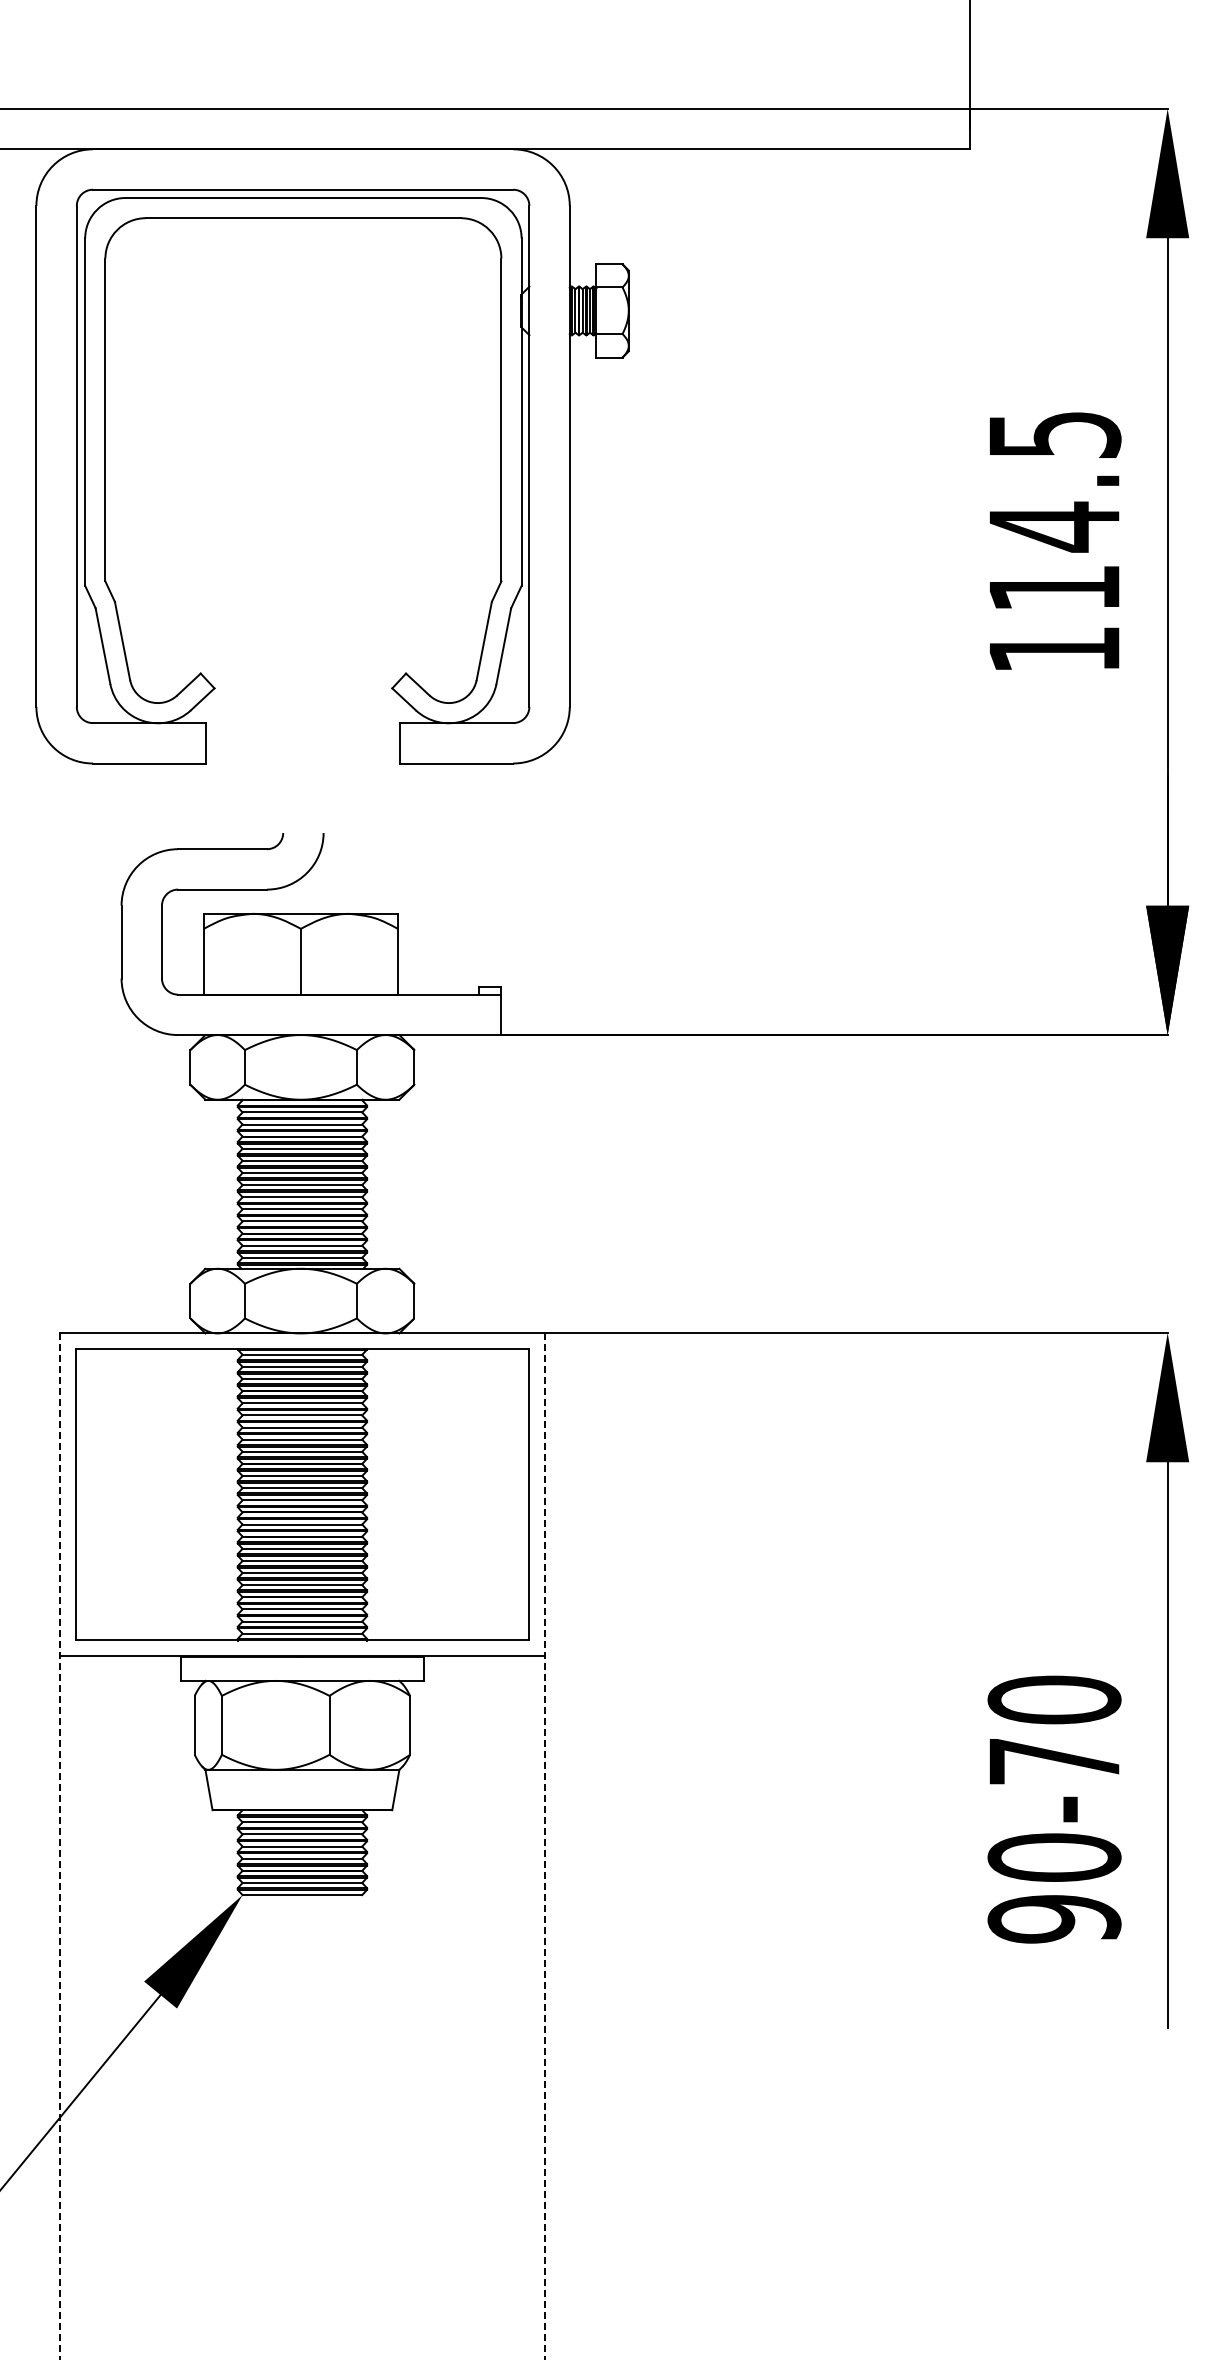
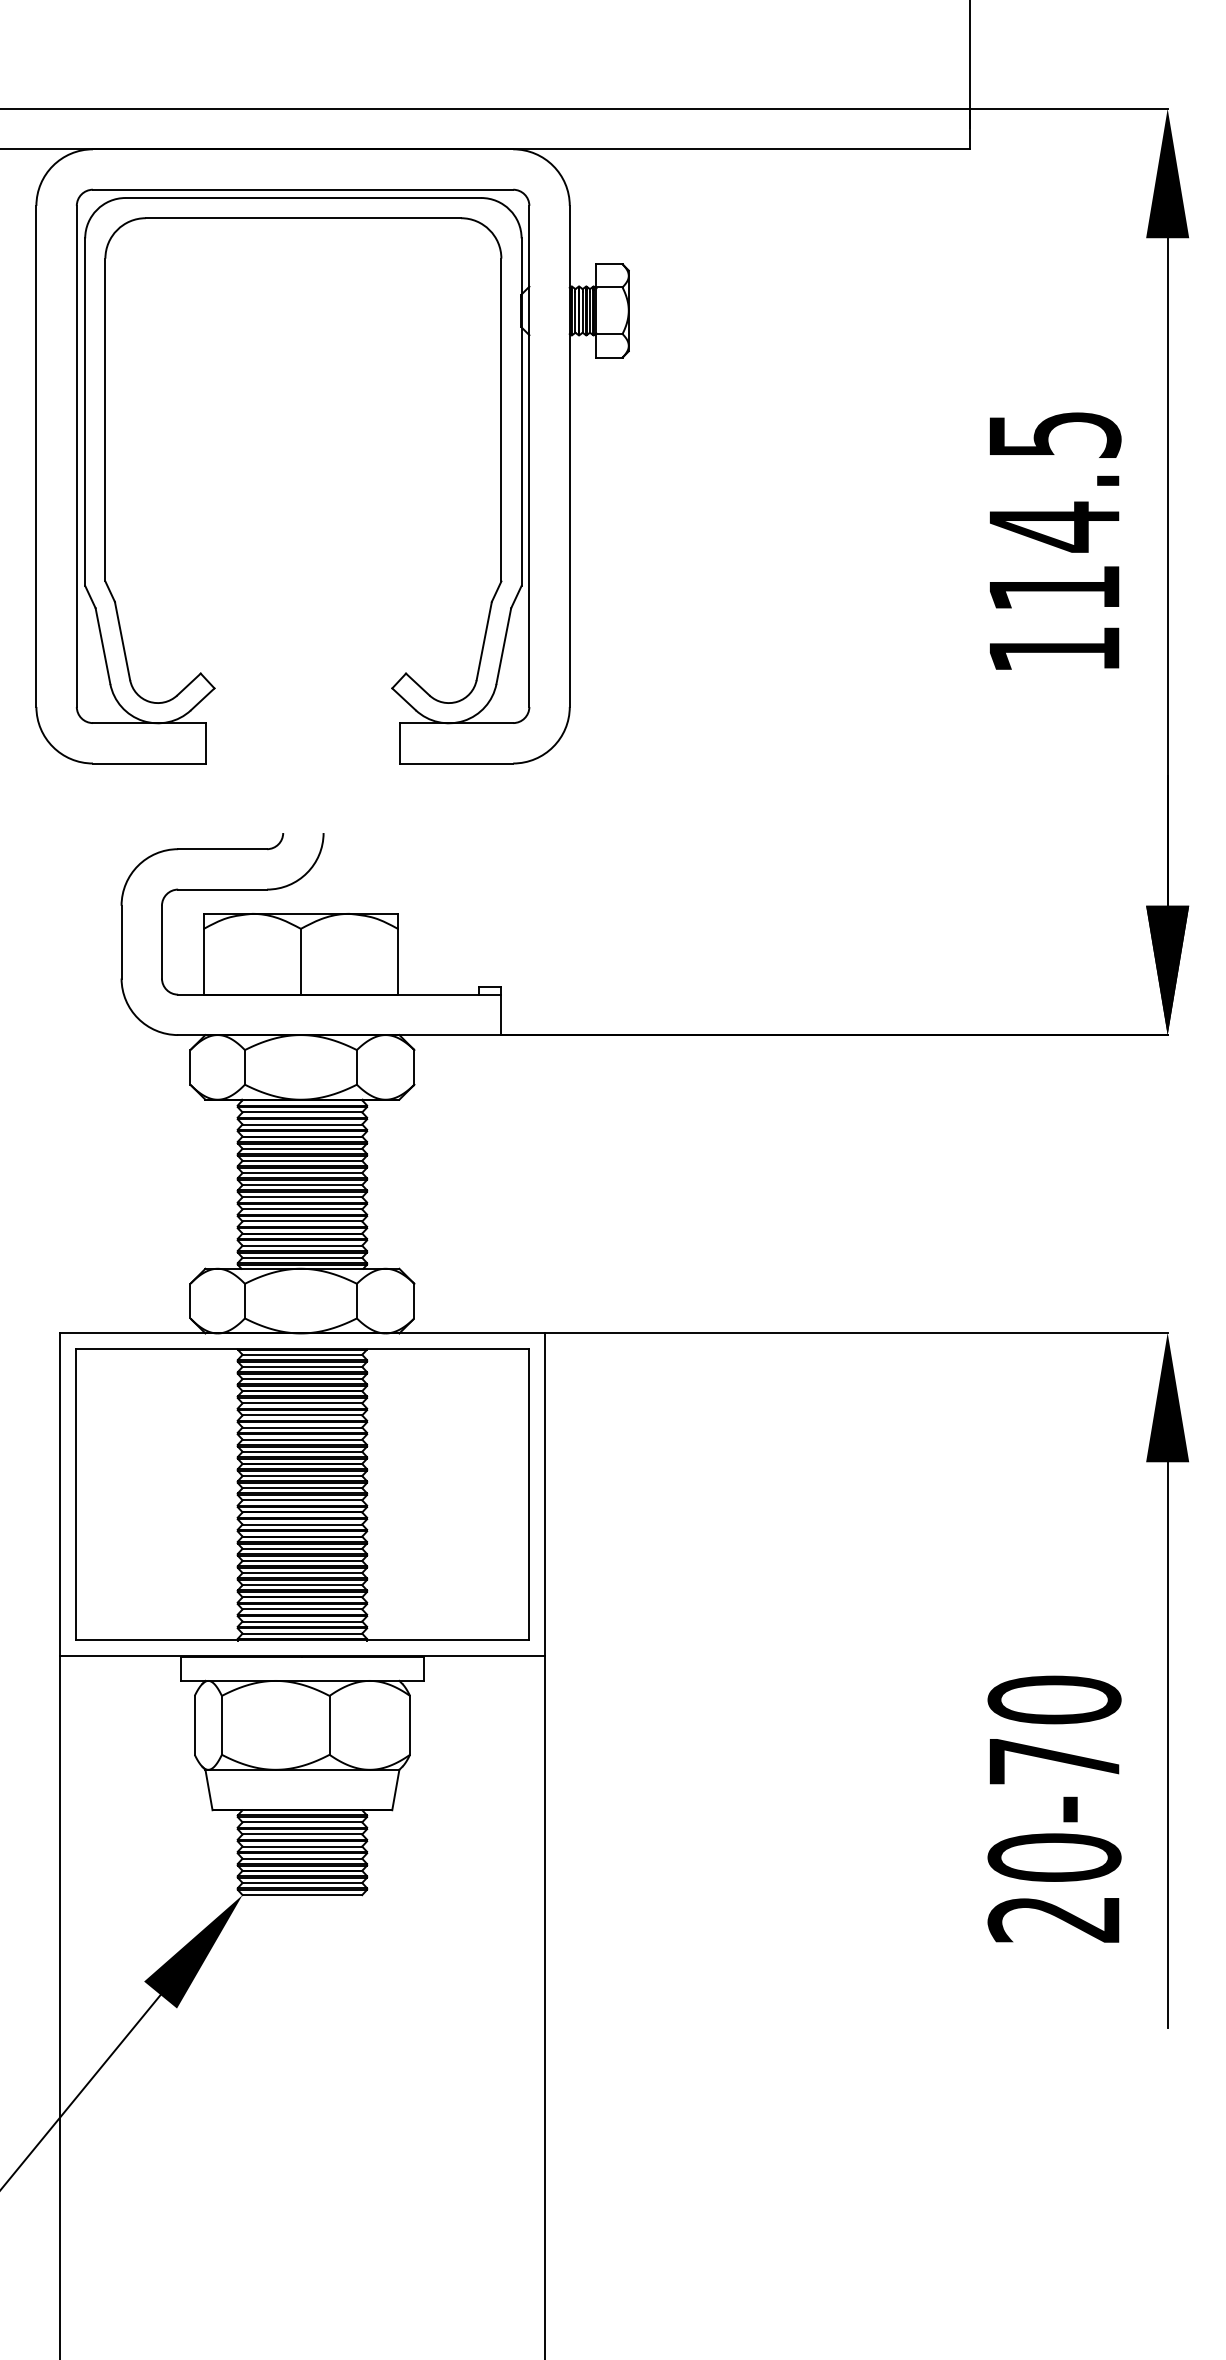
line at (59, 1846): dashed -> solid
line at (544, 1846): dashed -> solid
text at (1054, 1919): 90-70 -> 20-70
